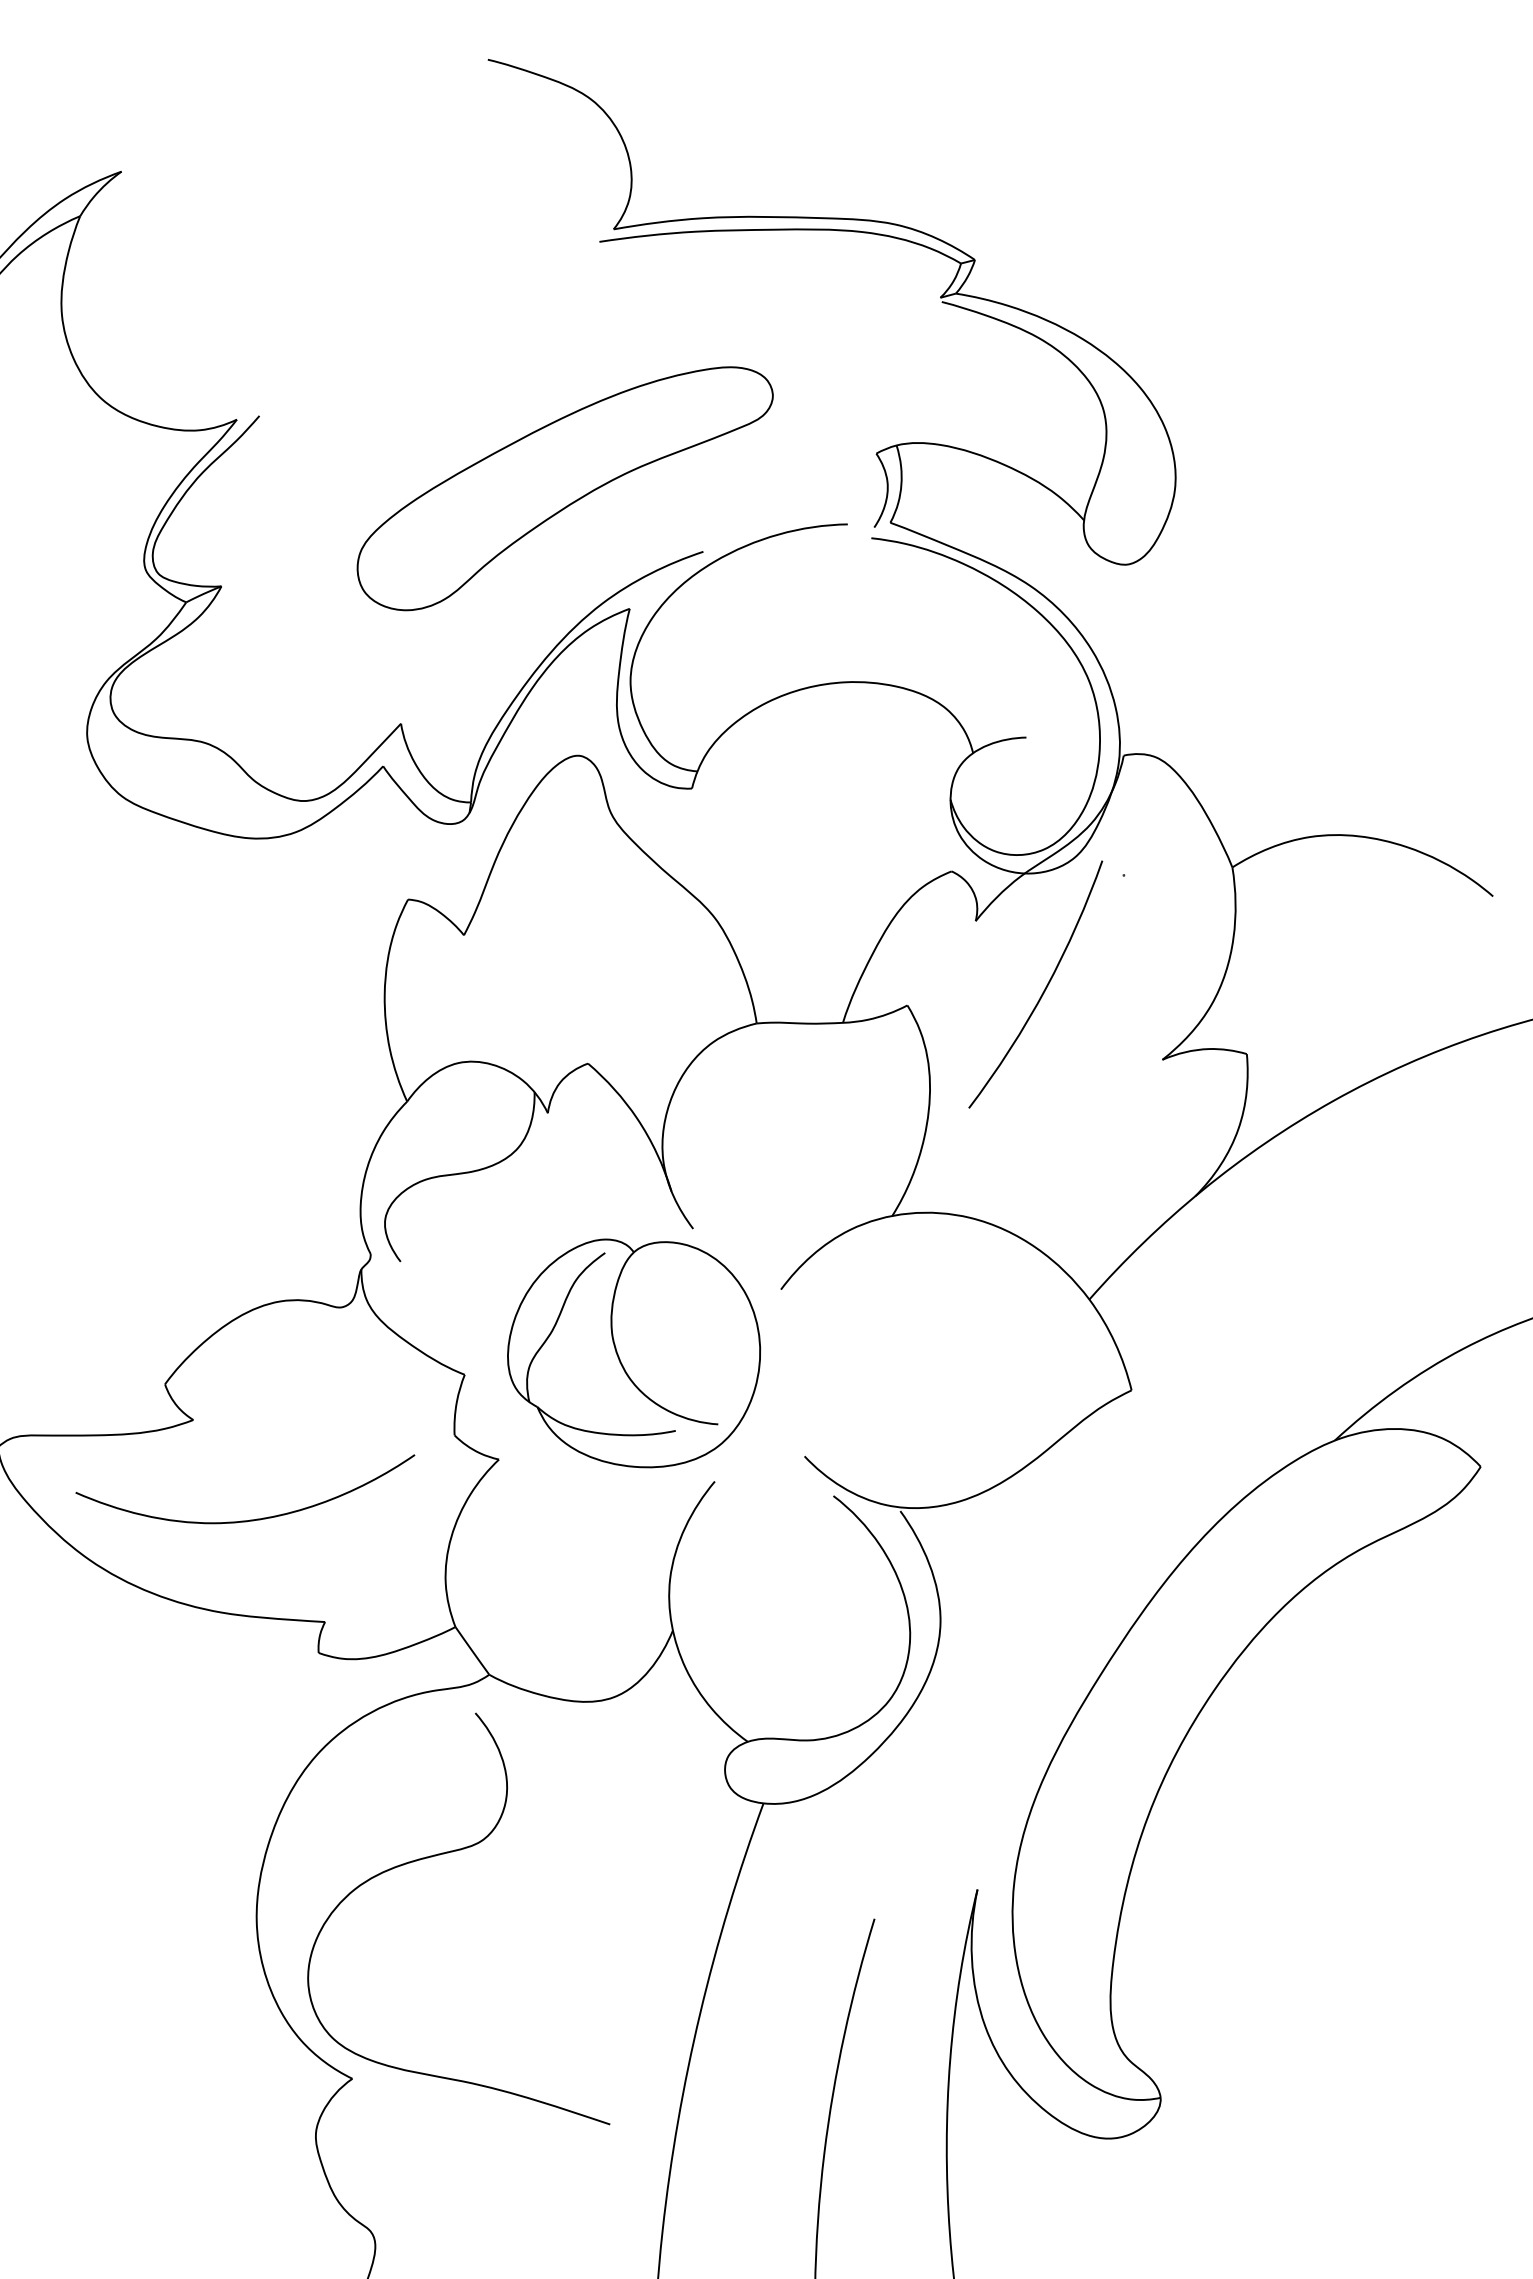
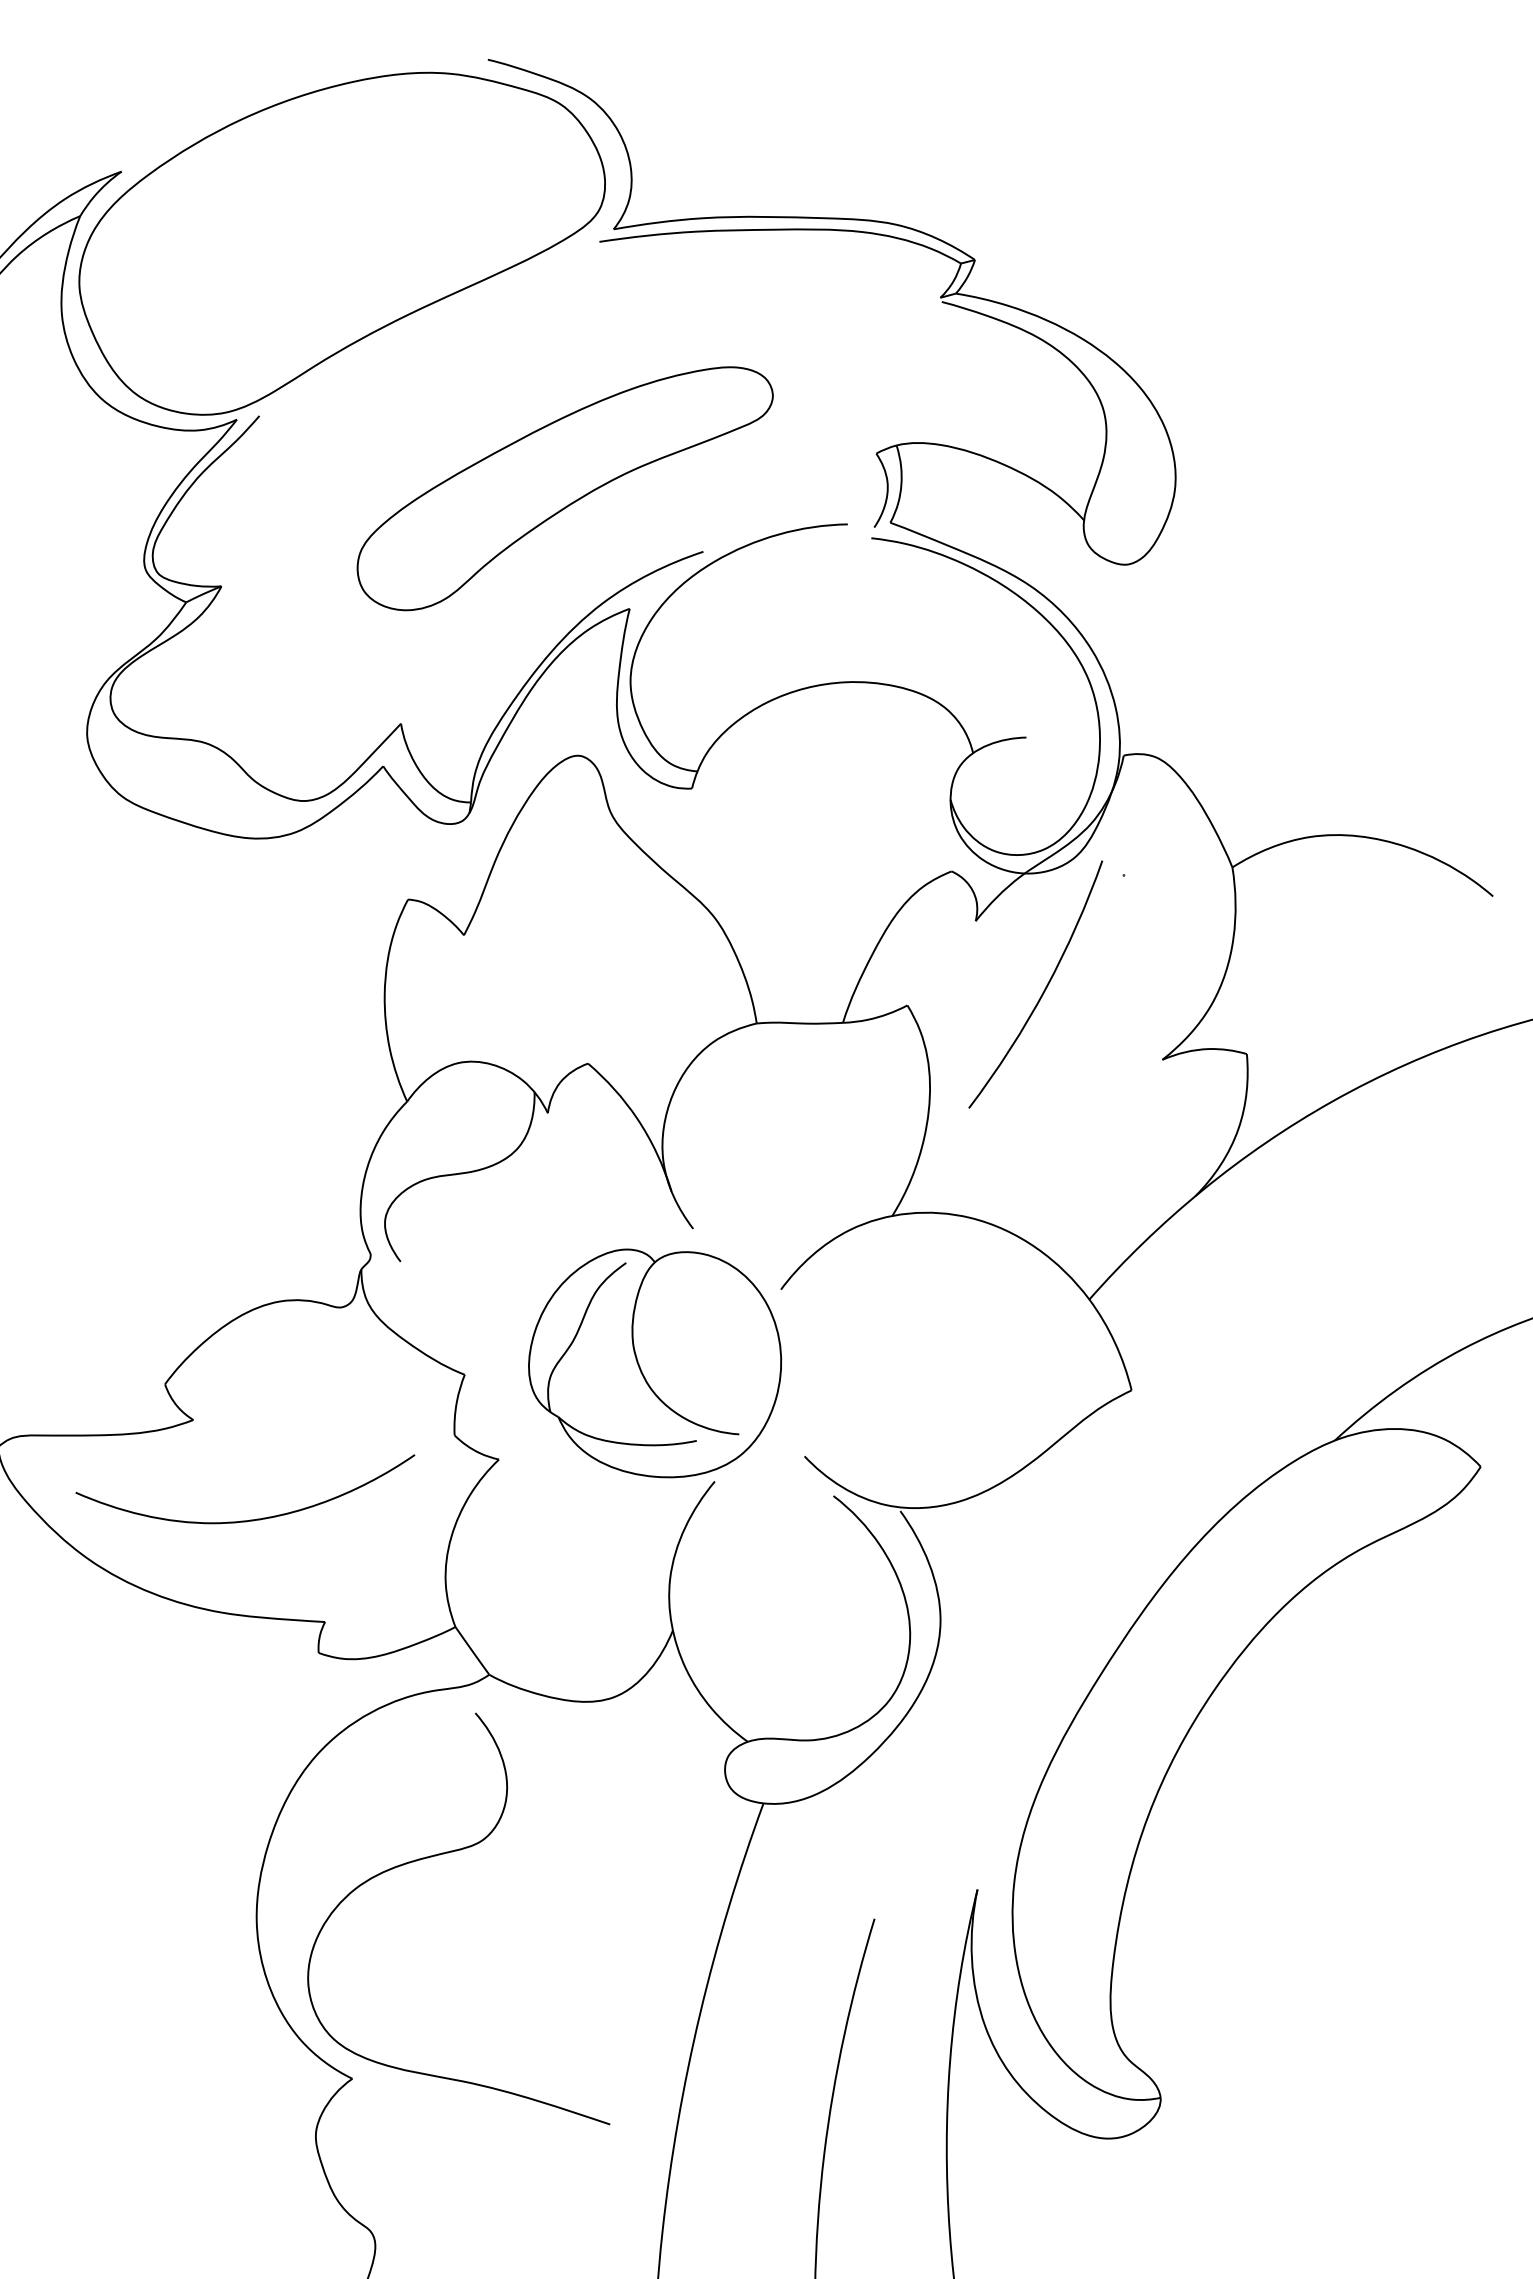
part at (341, 243): none -> present
part at (634, 1353) position: (634, 1353) -> (655, 1363)
